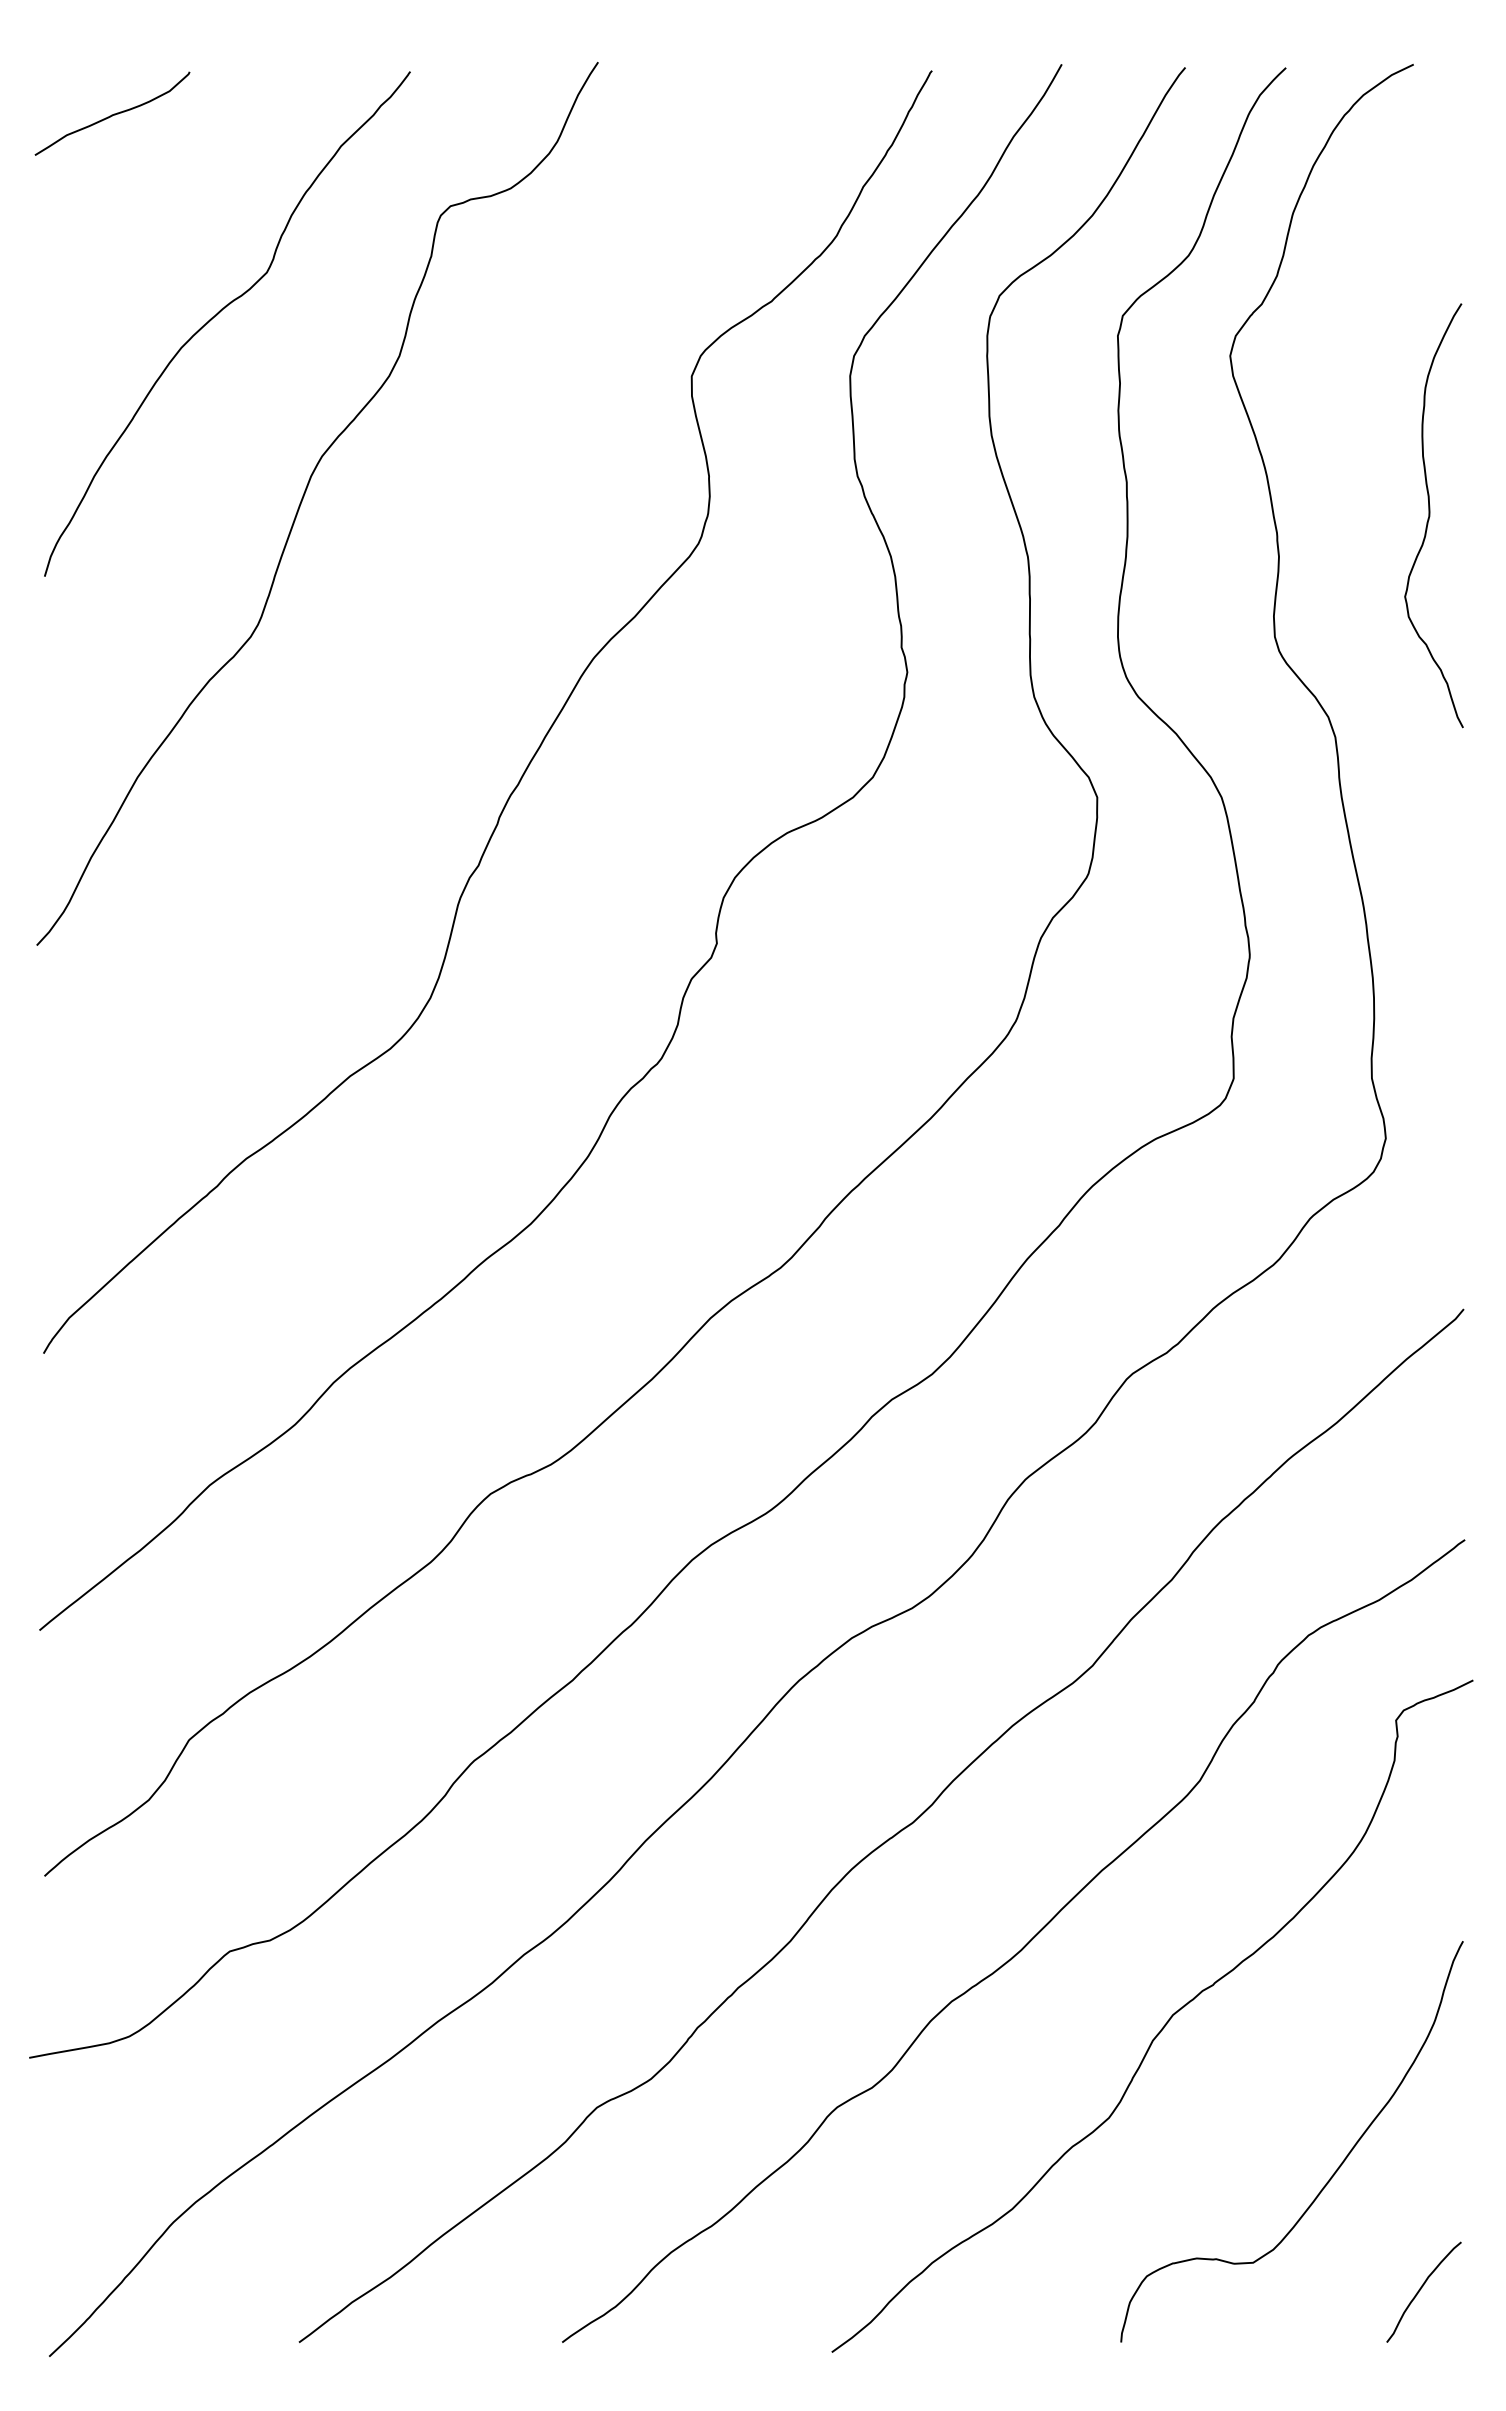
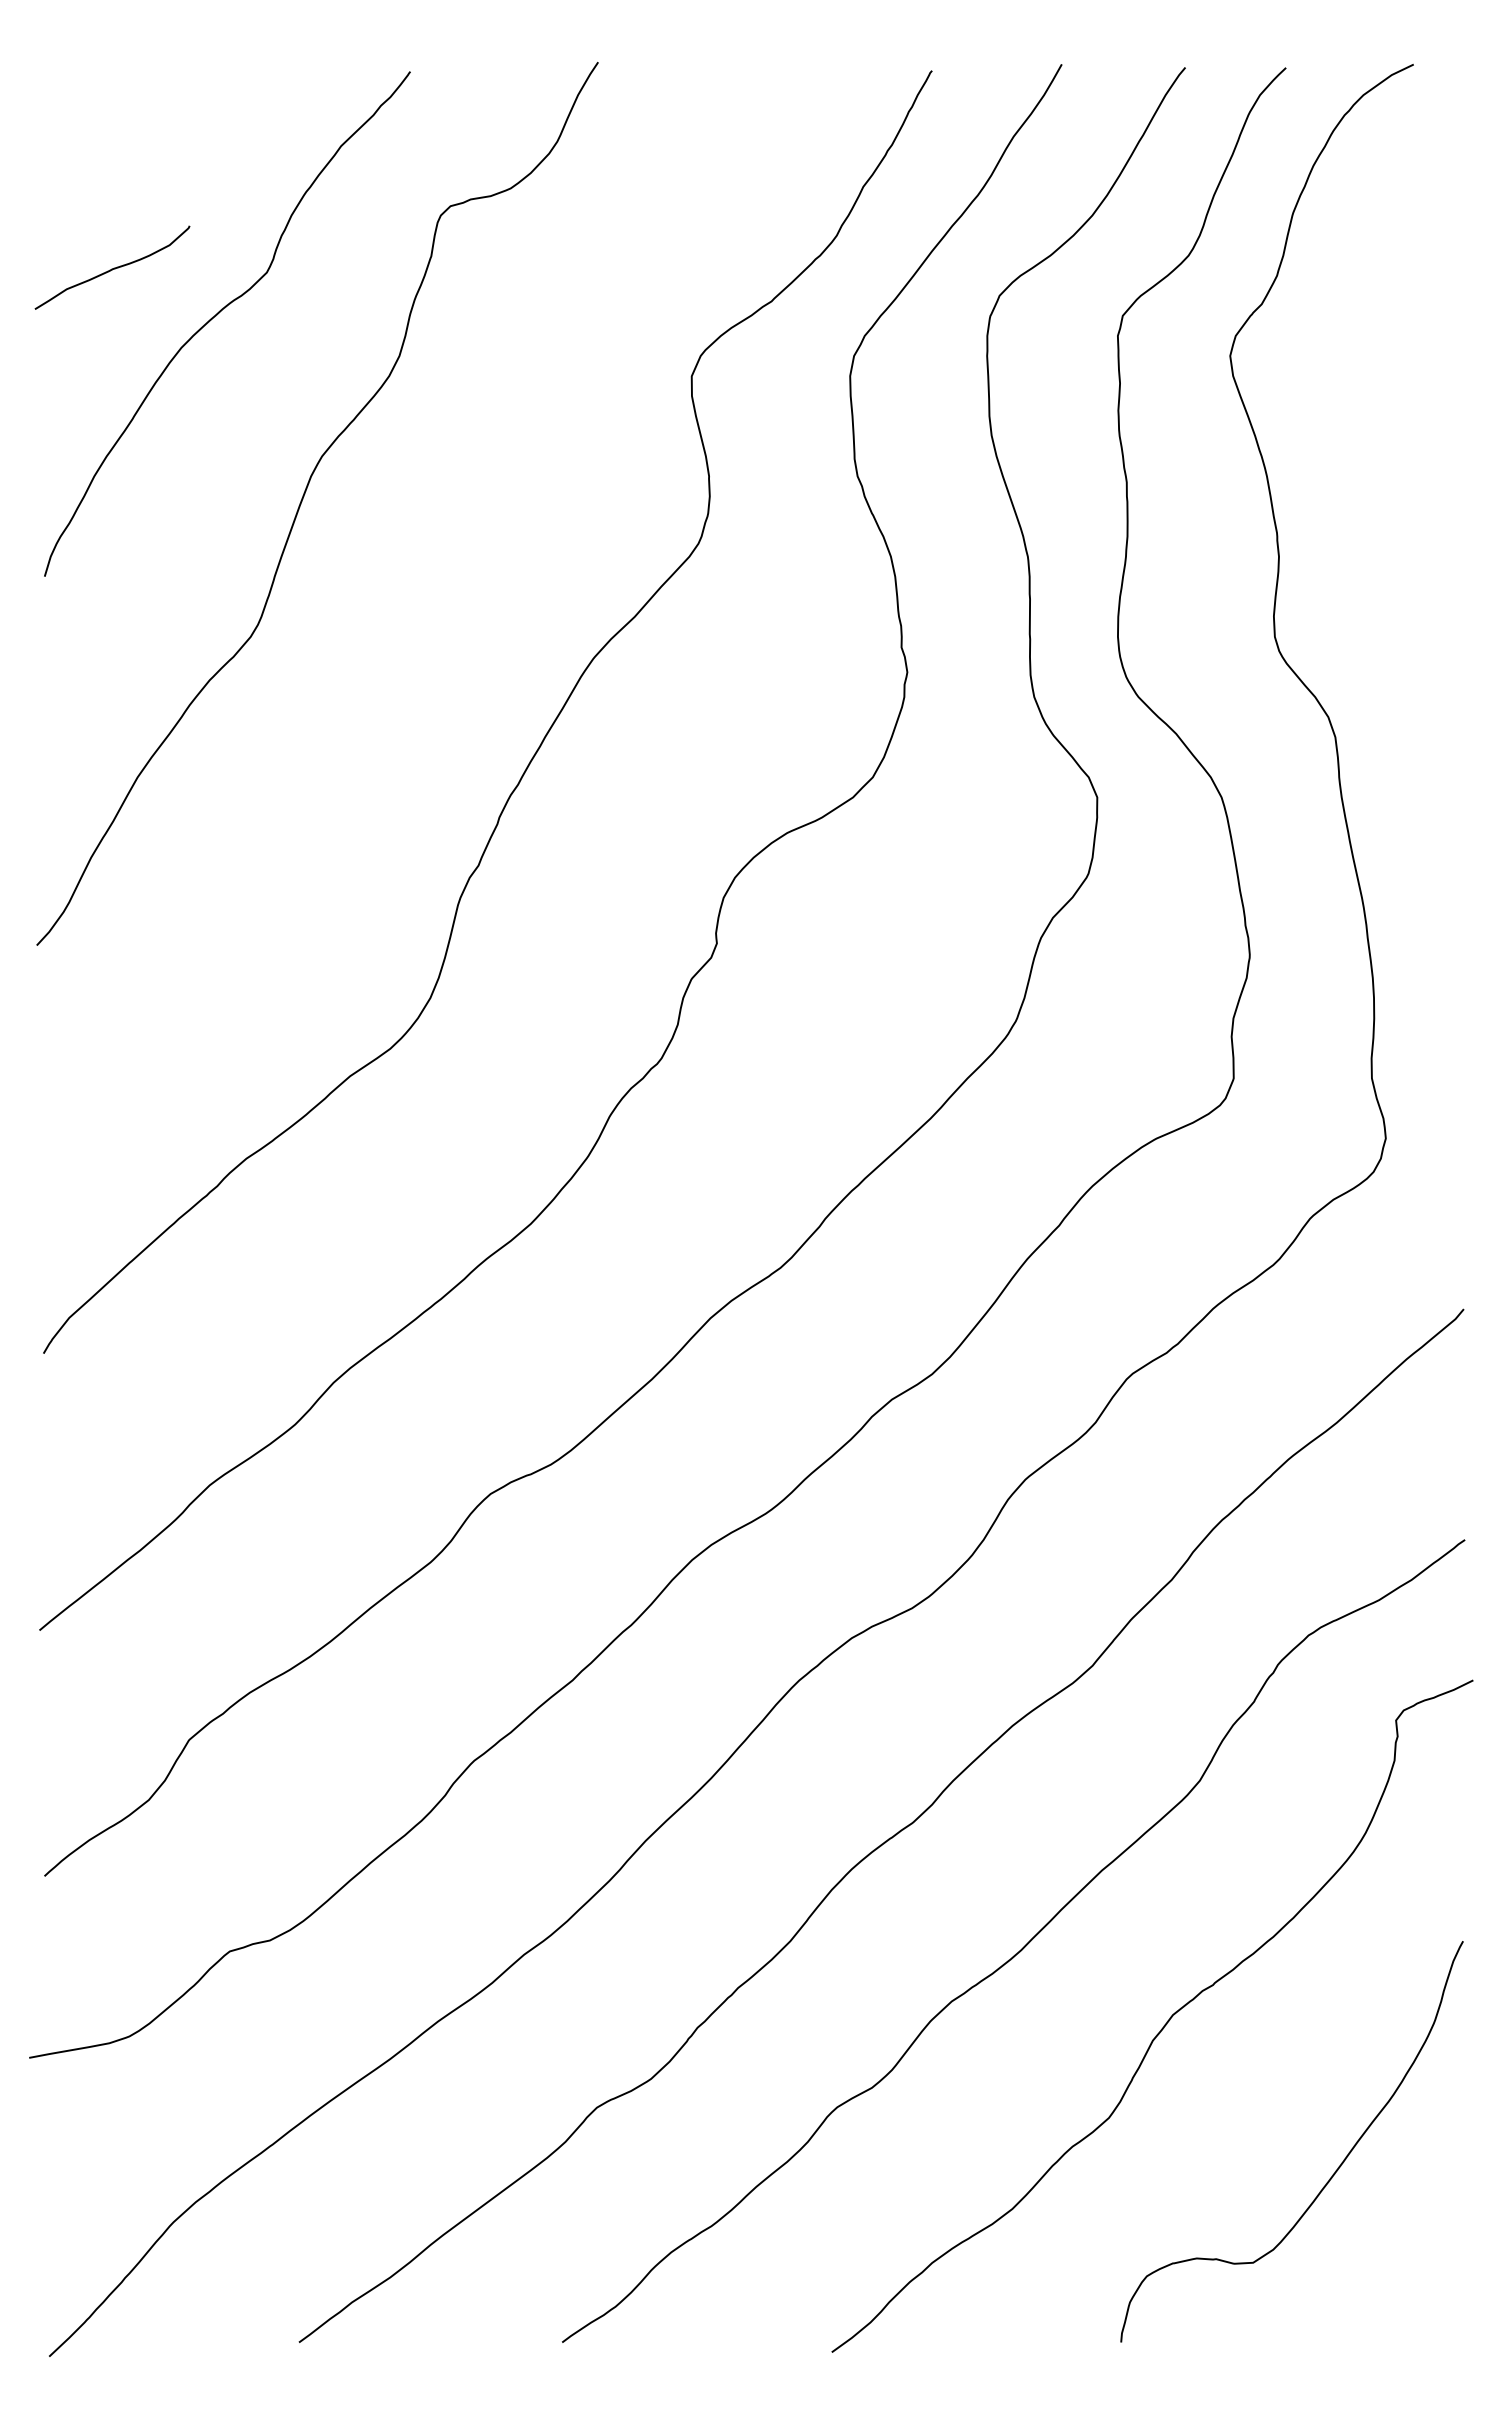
curve at (112, 114) position: (112, 114) -> (112, 268)
curve at (1430, 515): present -> none
curve at (1421, 2289): present -> none
